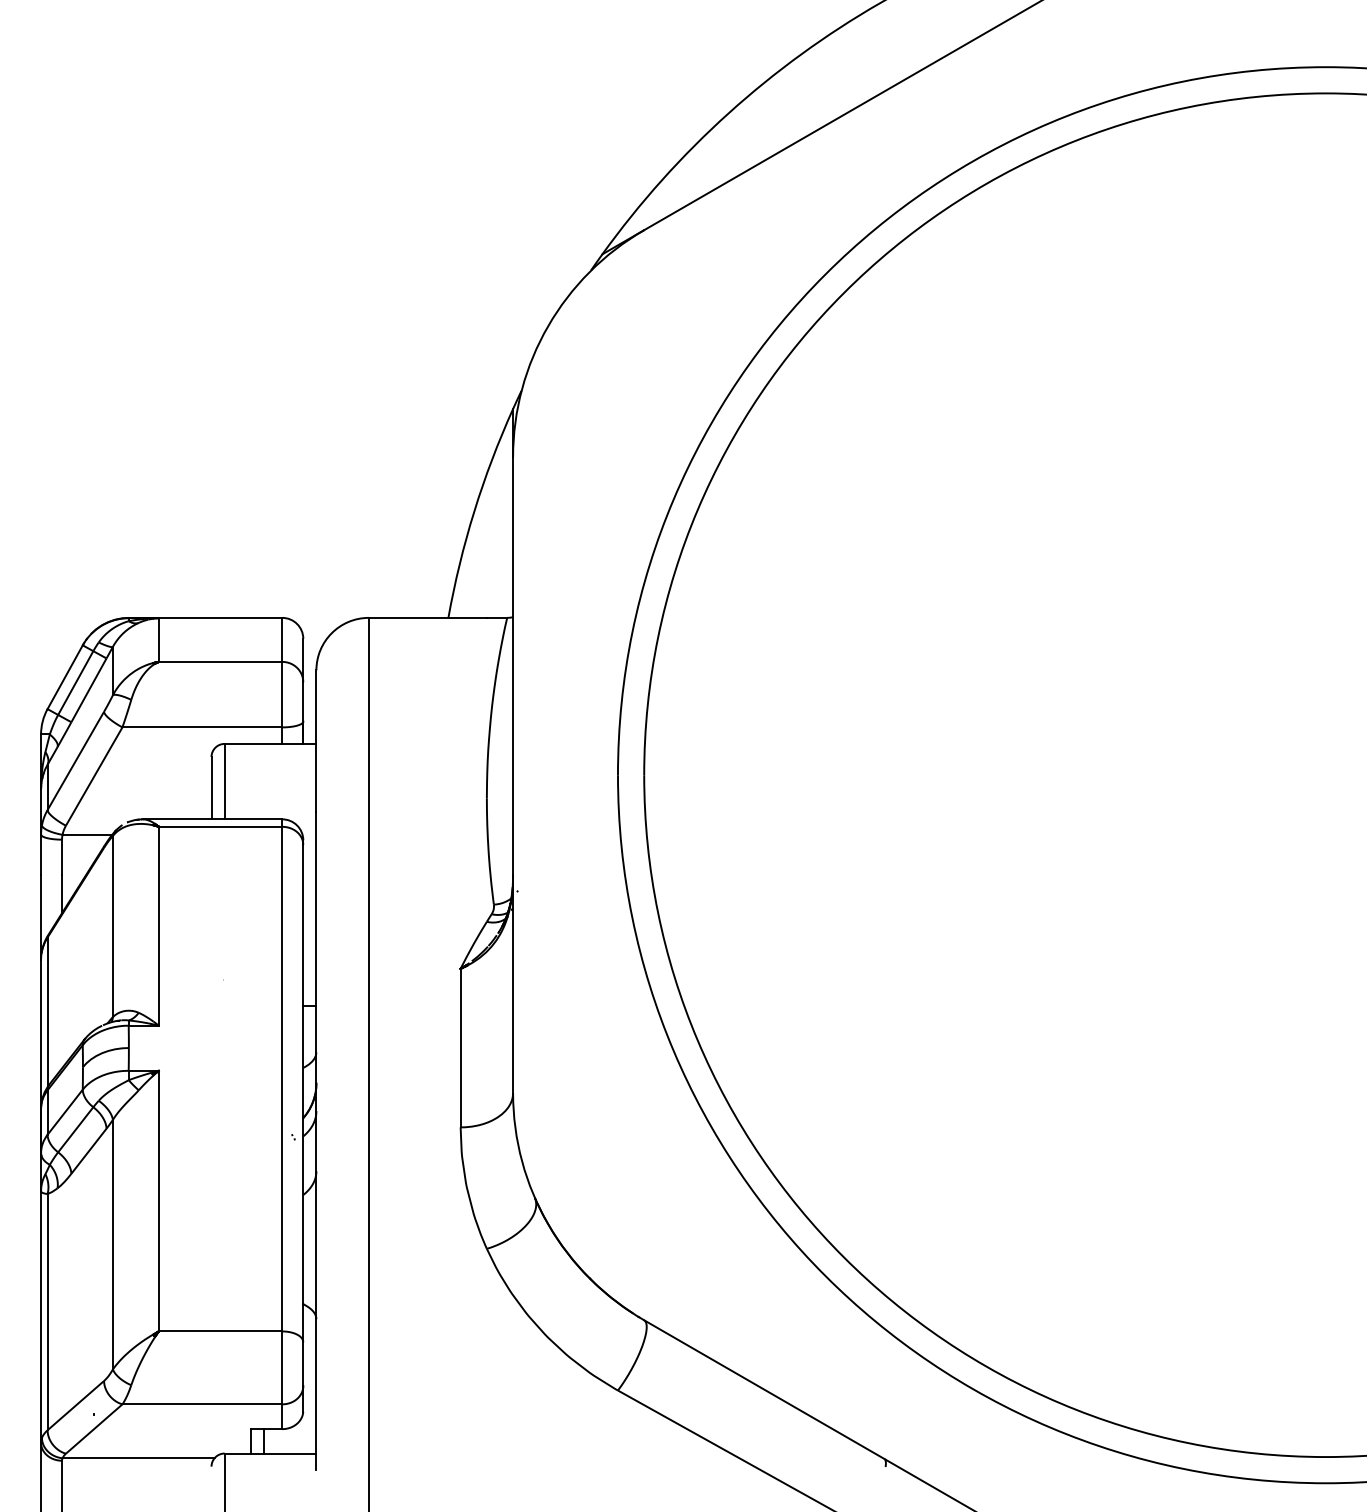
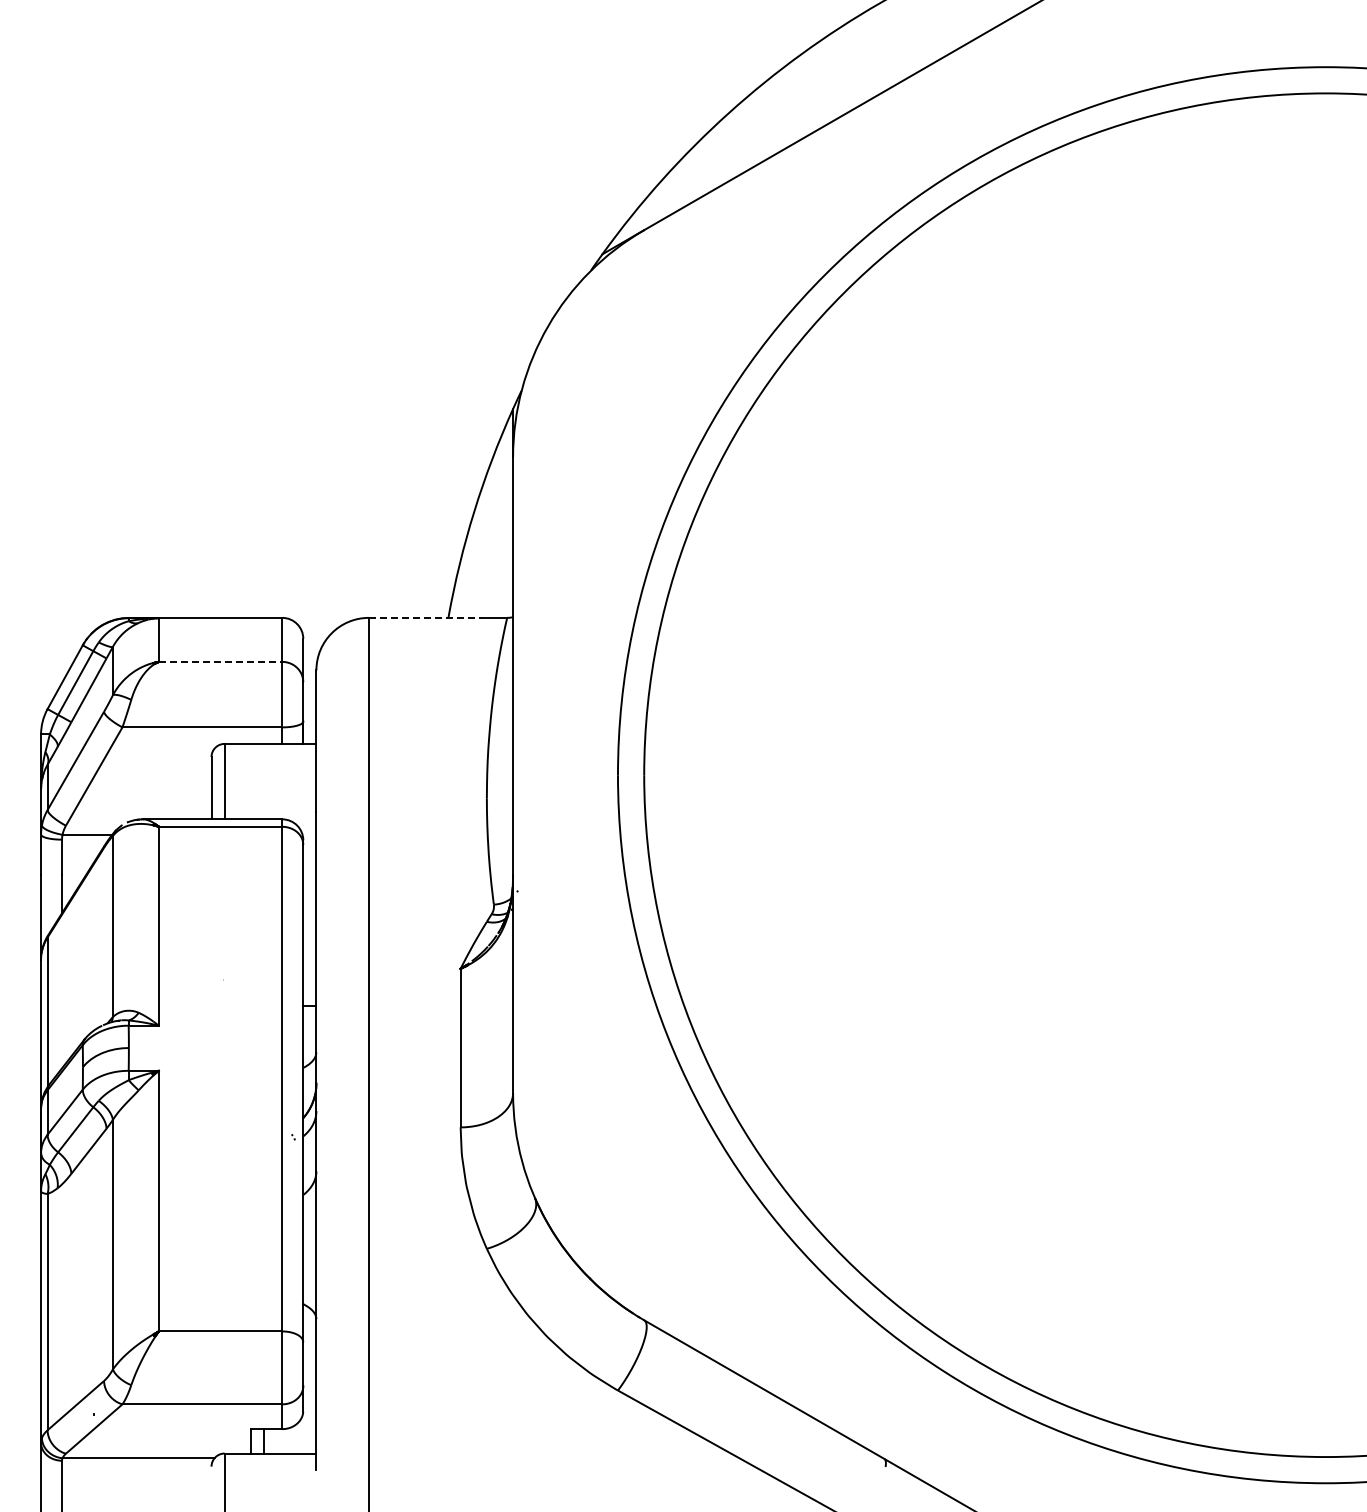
line at (428, 617): solid -> dashed
line at (220, 661): solid -> dashed
